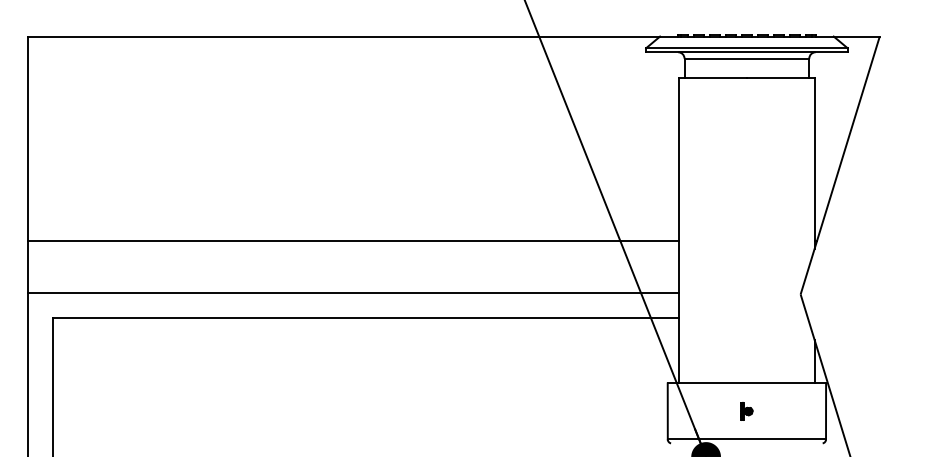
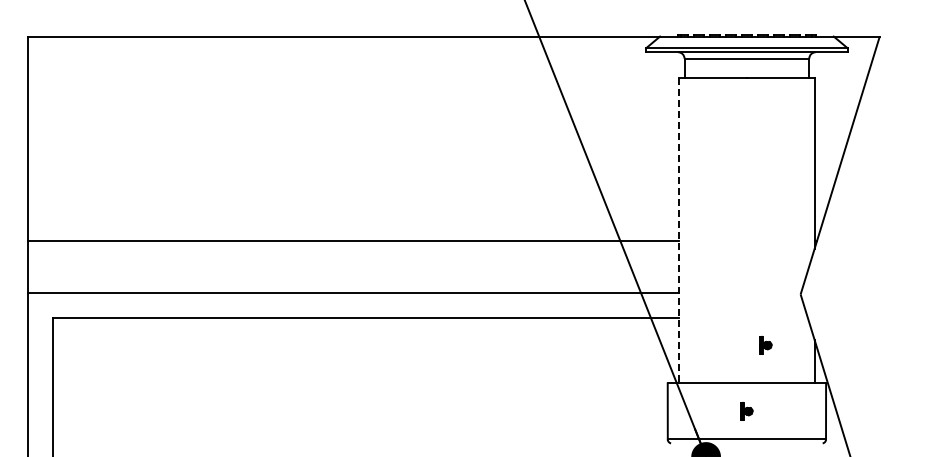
line at (679, 230): solid -> dashed
part at (765, 345): none -> present
